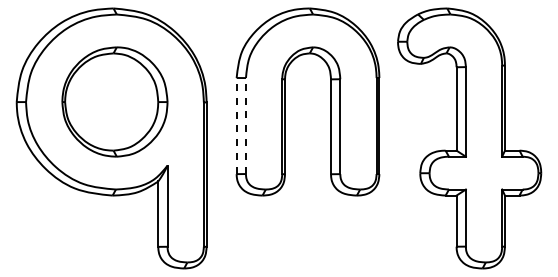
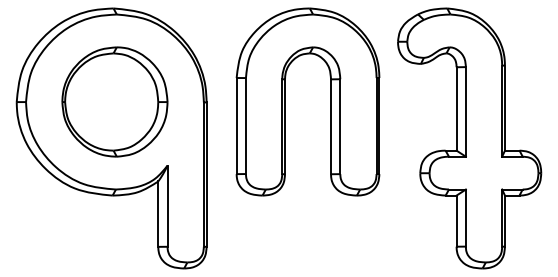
line at (236, 125): dashed -> solid
line at (245, 126): dashed -> solid
